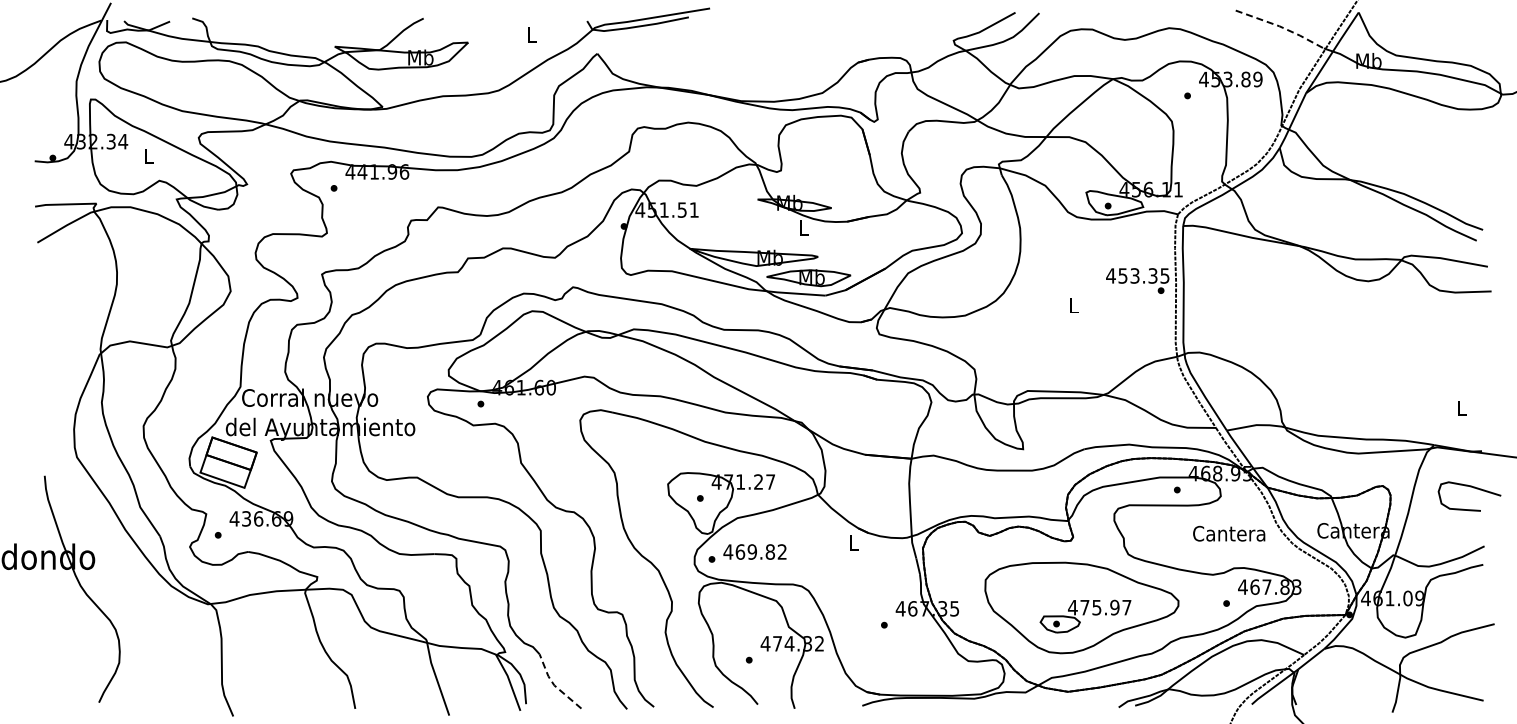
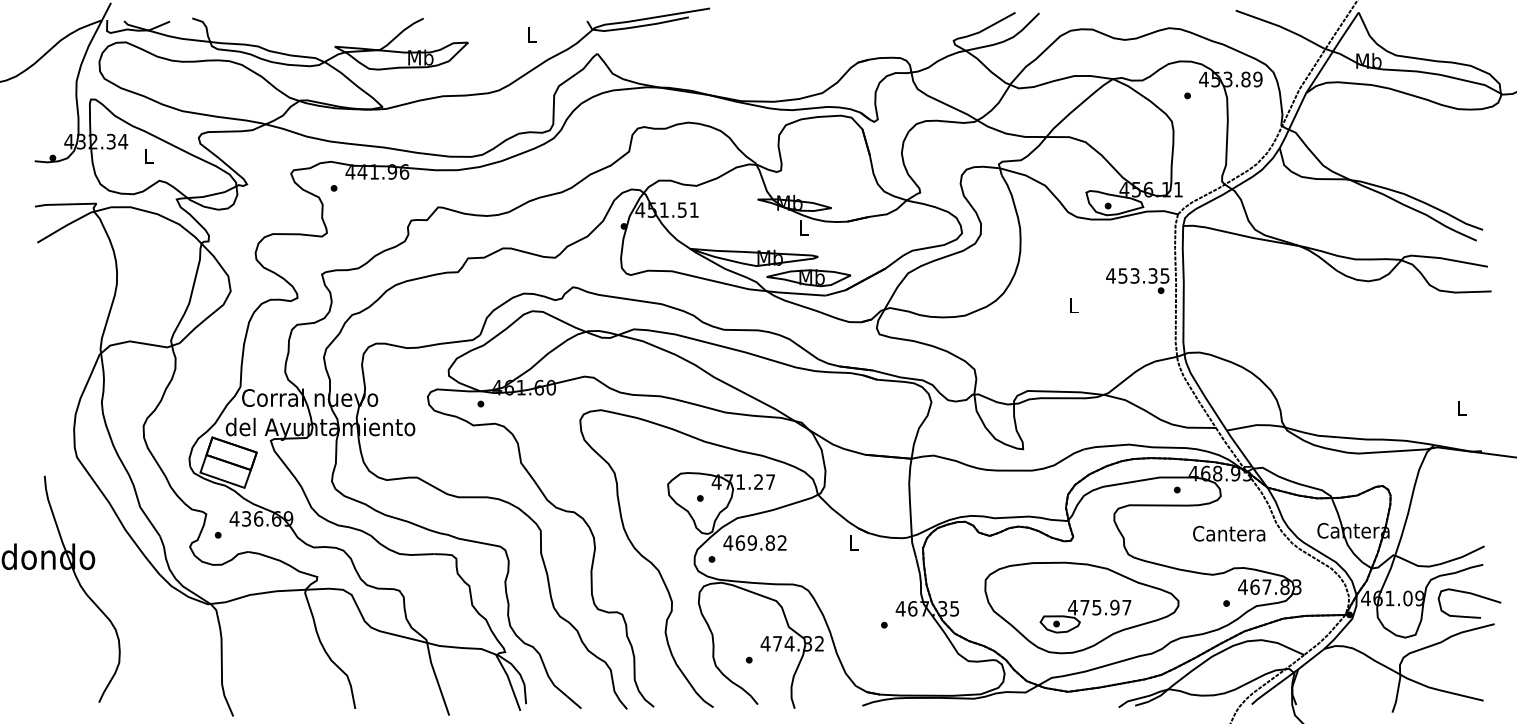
line at (1281, 27): dashed -> solid
curve at (1473, 488) position: (1473, 488) -> (1473, 595)
text at (754, 551) position: (754, 551) -> (754, 542)
line at (554, 685): dashed -> solid
